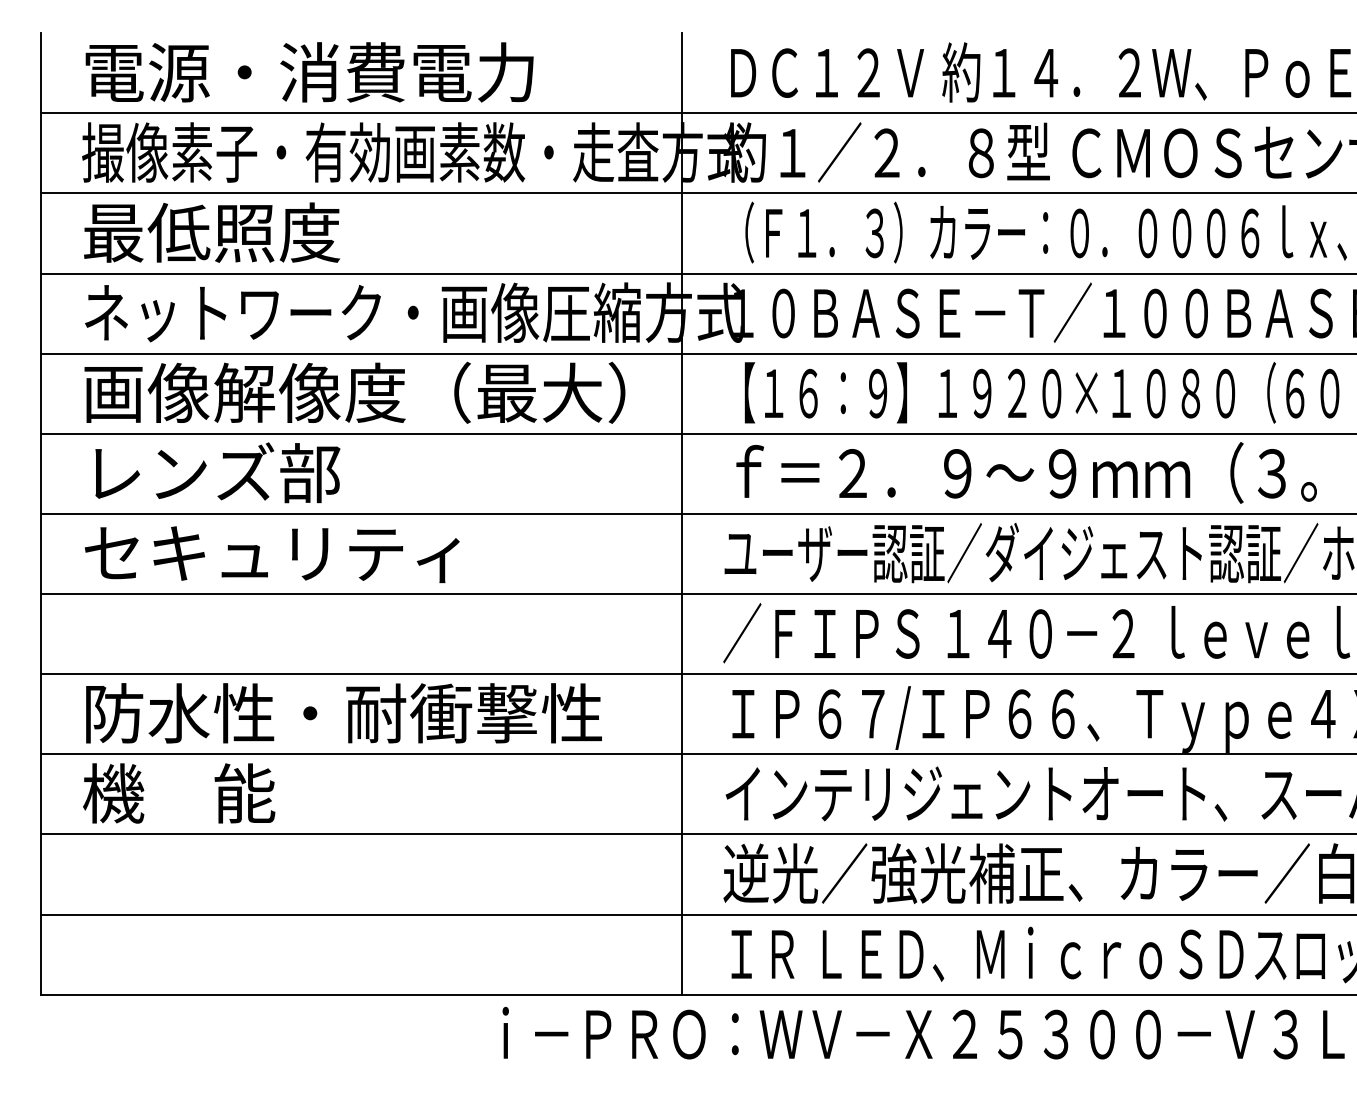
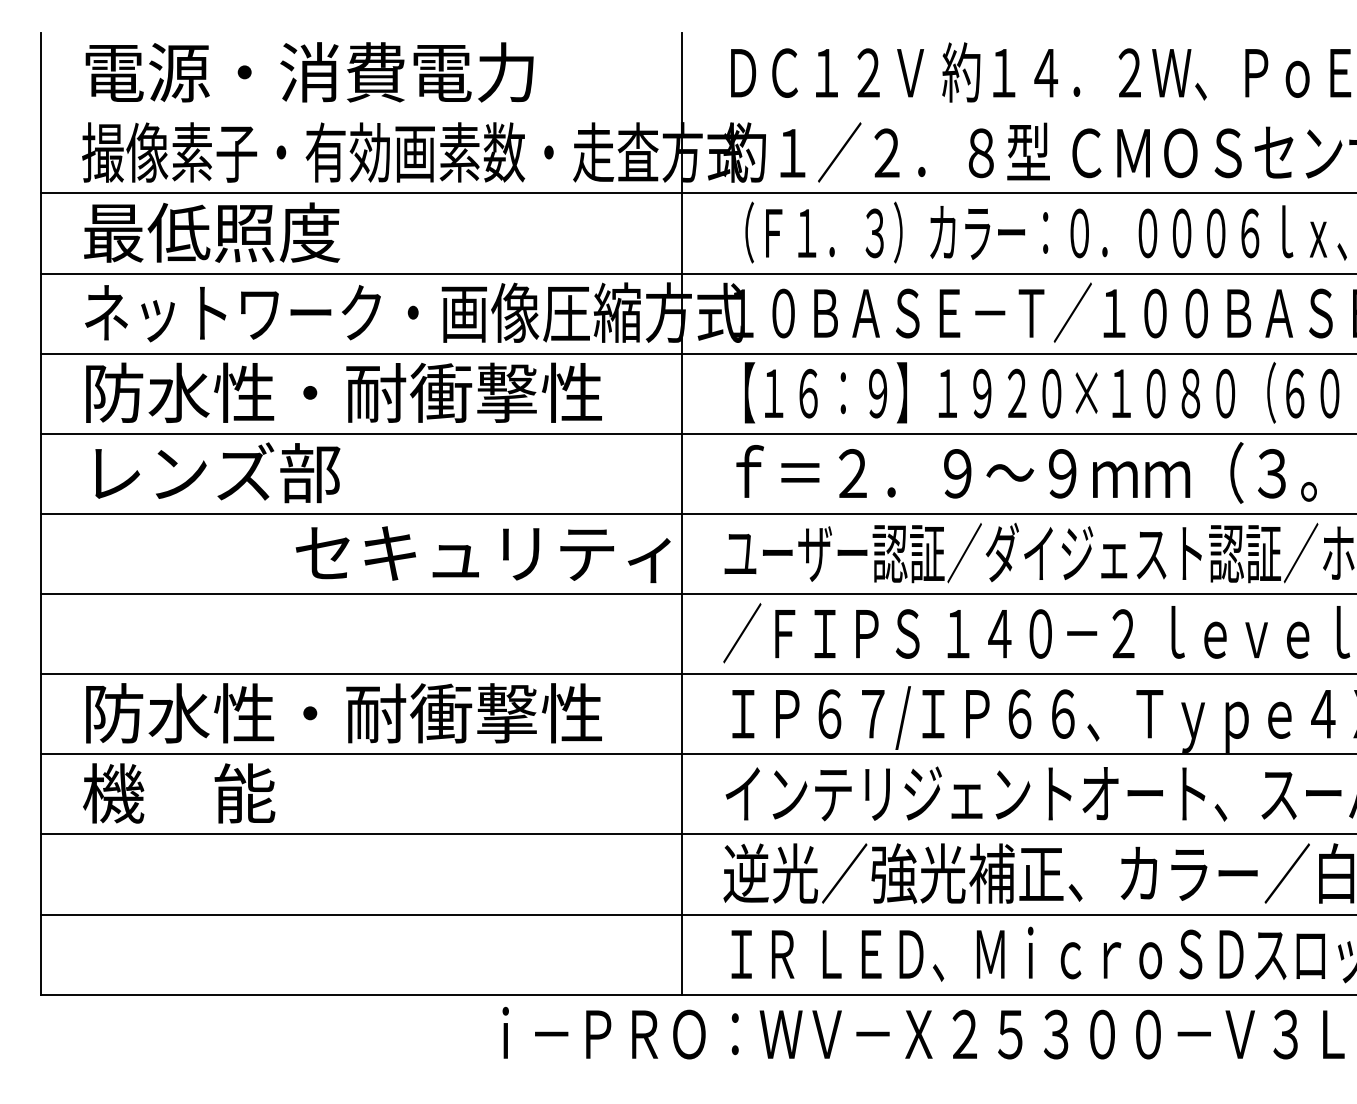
line at (696, 113): present -> none
text at (354, 392): 画像解像度（最大） -> 防水性・耐衝撃性
text at (271, 554) position: (271, 554) -> (482, 554)
